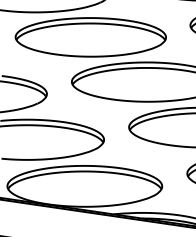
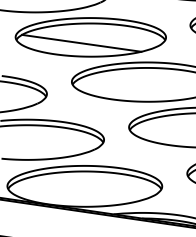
line at (81, 42): none -> present
